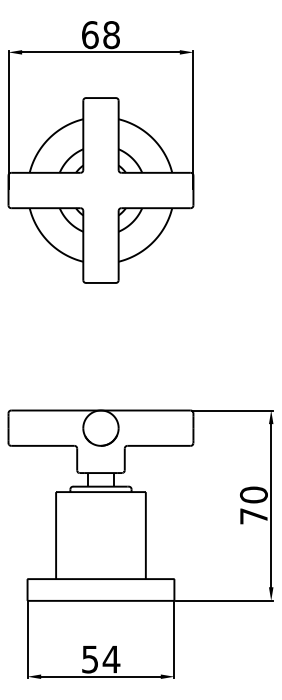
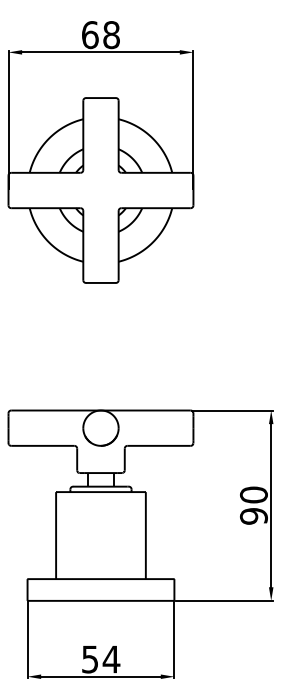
text at (253, 516): 70 -> 90
